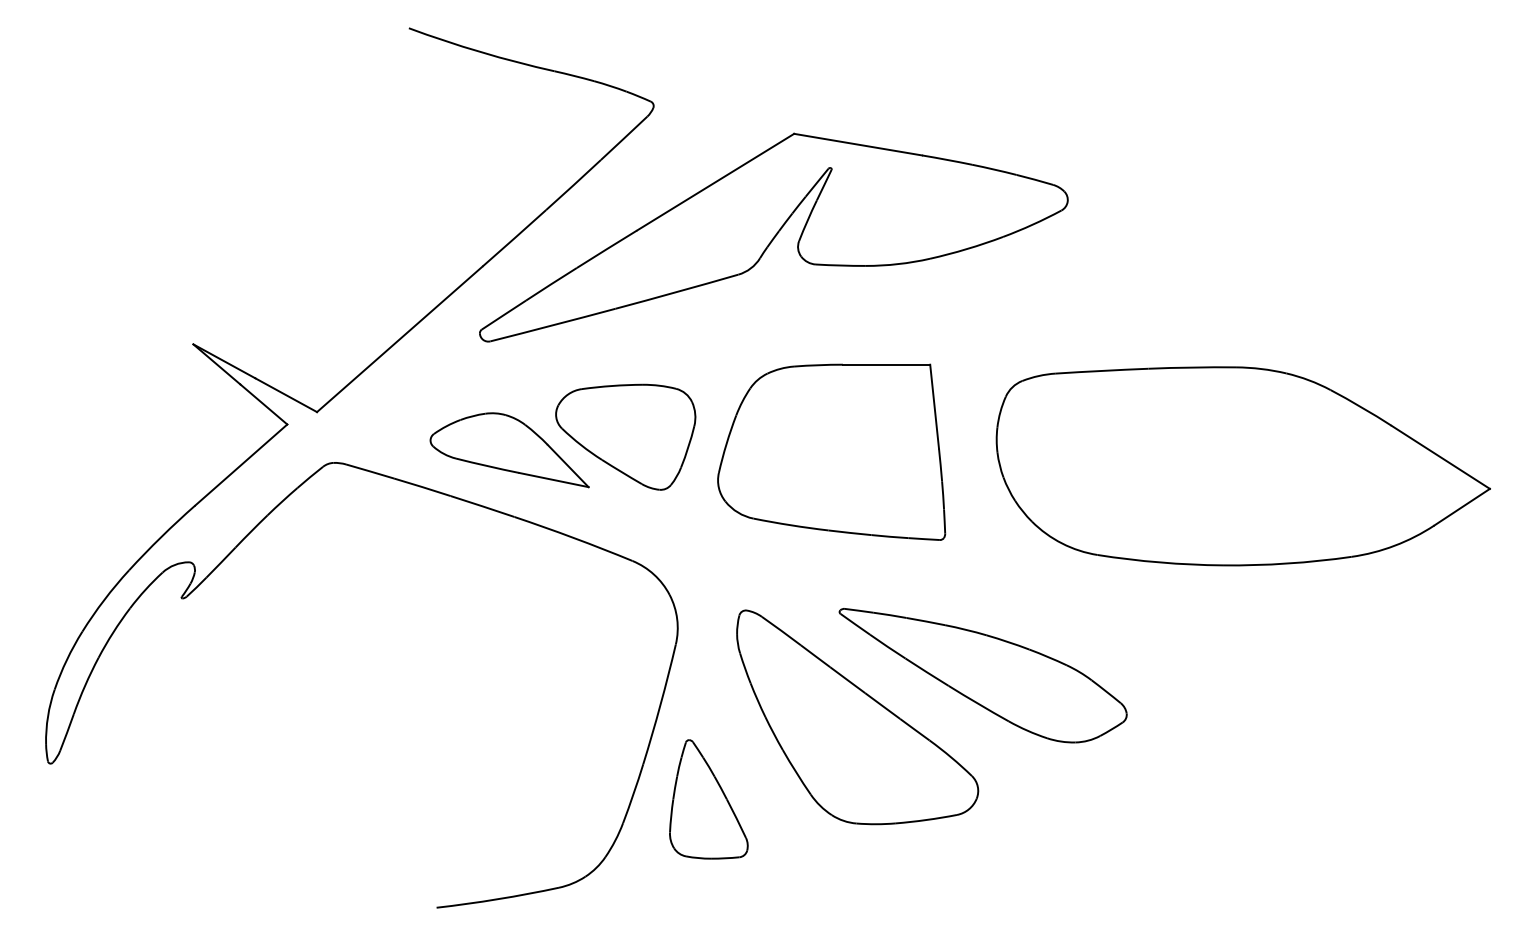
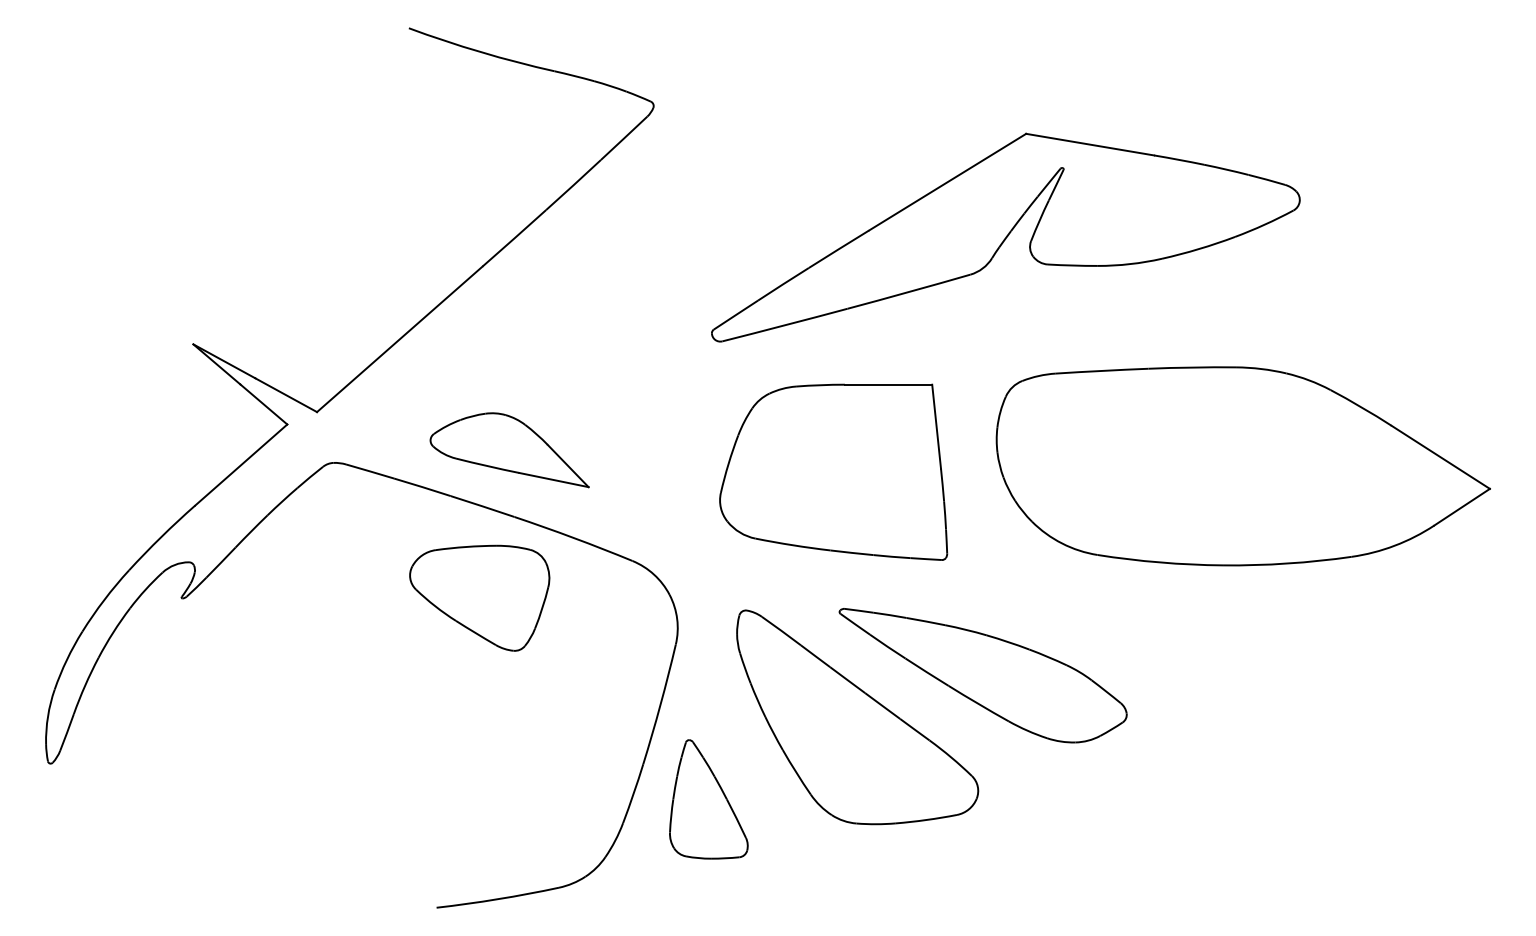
part at (773, 237) position: (773, 237) -> (1005, 237)
part at (625, 436) position: (625, 436) -> (479, 597)
part at (831, 451) position: (831, 451) -> (833, 471)
